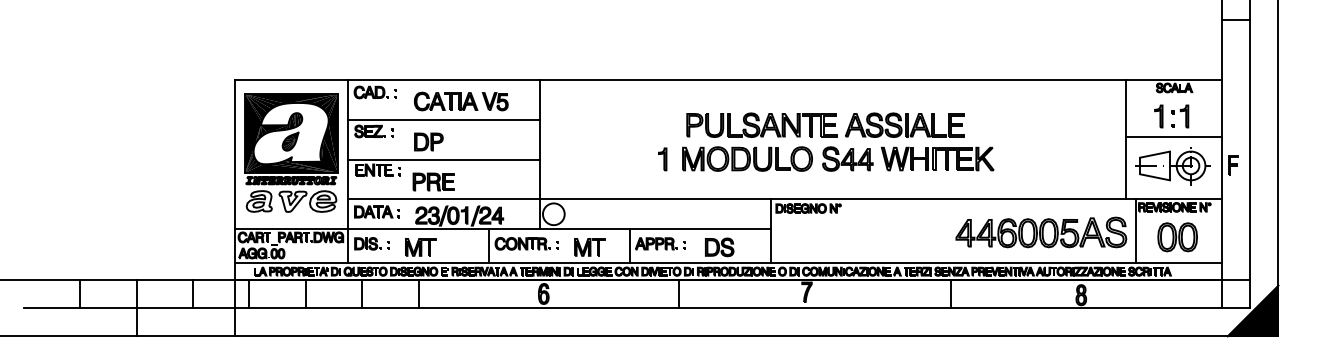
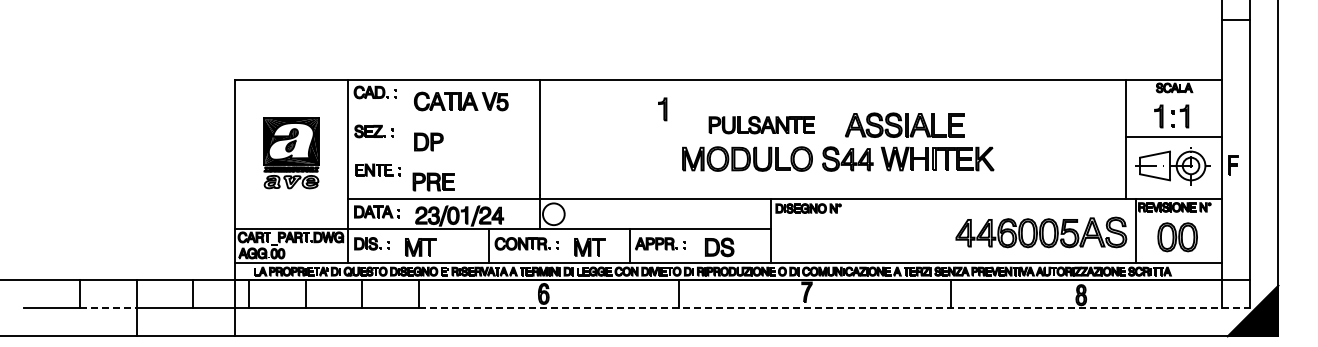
line at (443, 119): present -> none
part at (761, 124) size: 152x26 px -> 107x19 px
part at (291, 152) size: 95x120 px -> 57x73 px
line at (443, 159): present -> none
part at (662, 159) position: (662, 159) -> (662, 109)
line at (108, 308): solid -> dashed
line at (834, 308): solid -> dashed
